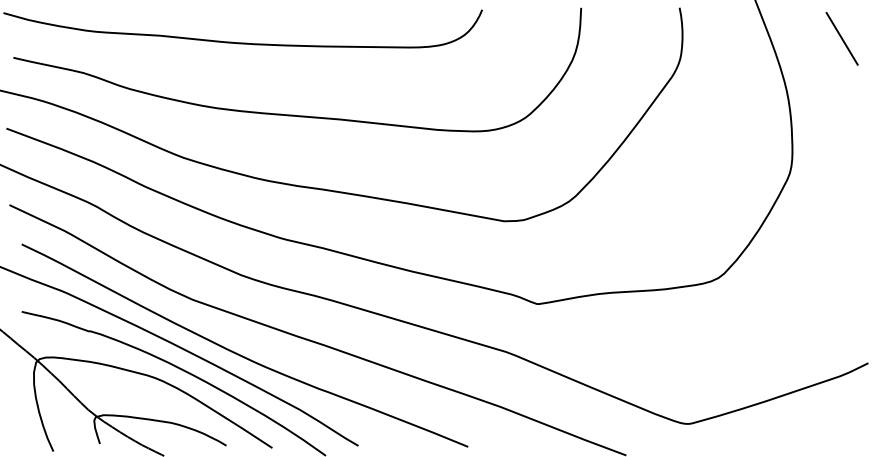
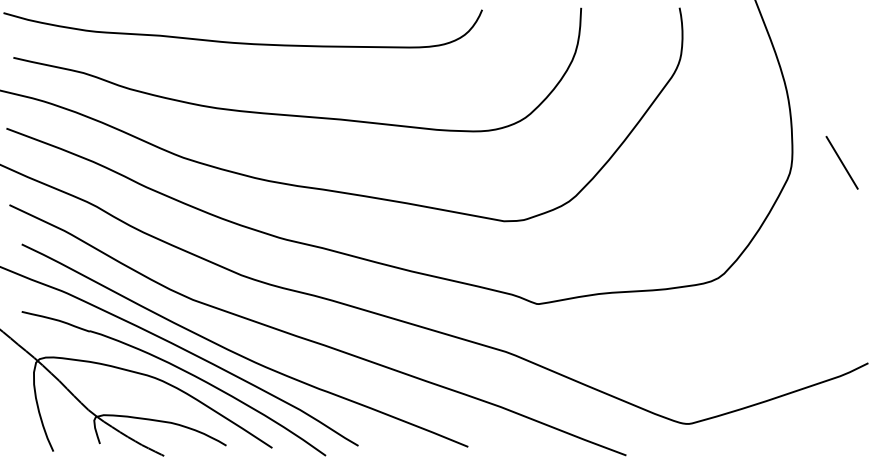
line at (841, 38) position: (841, 38) -> (841, 162)
